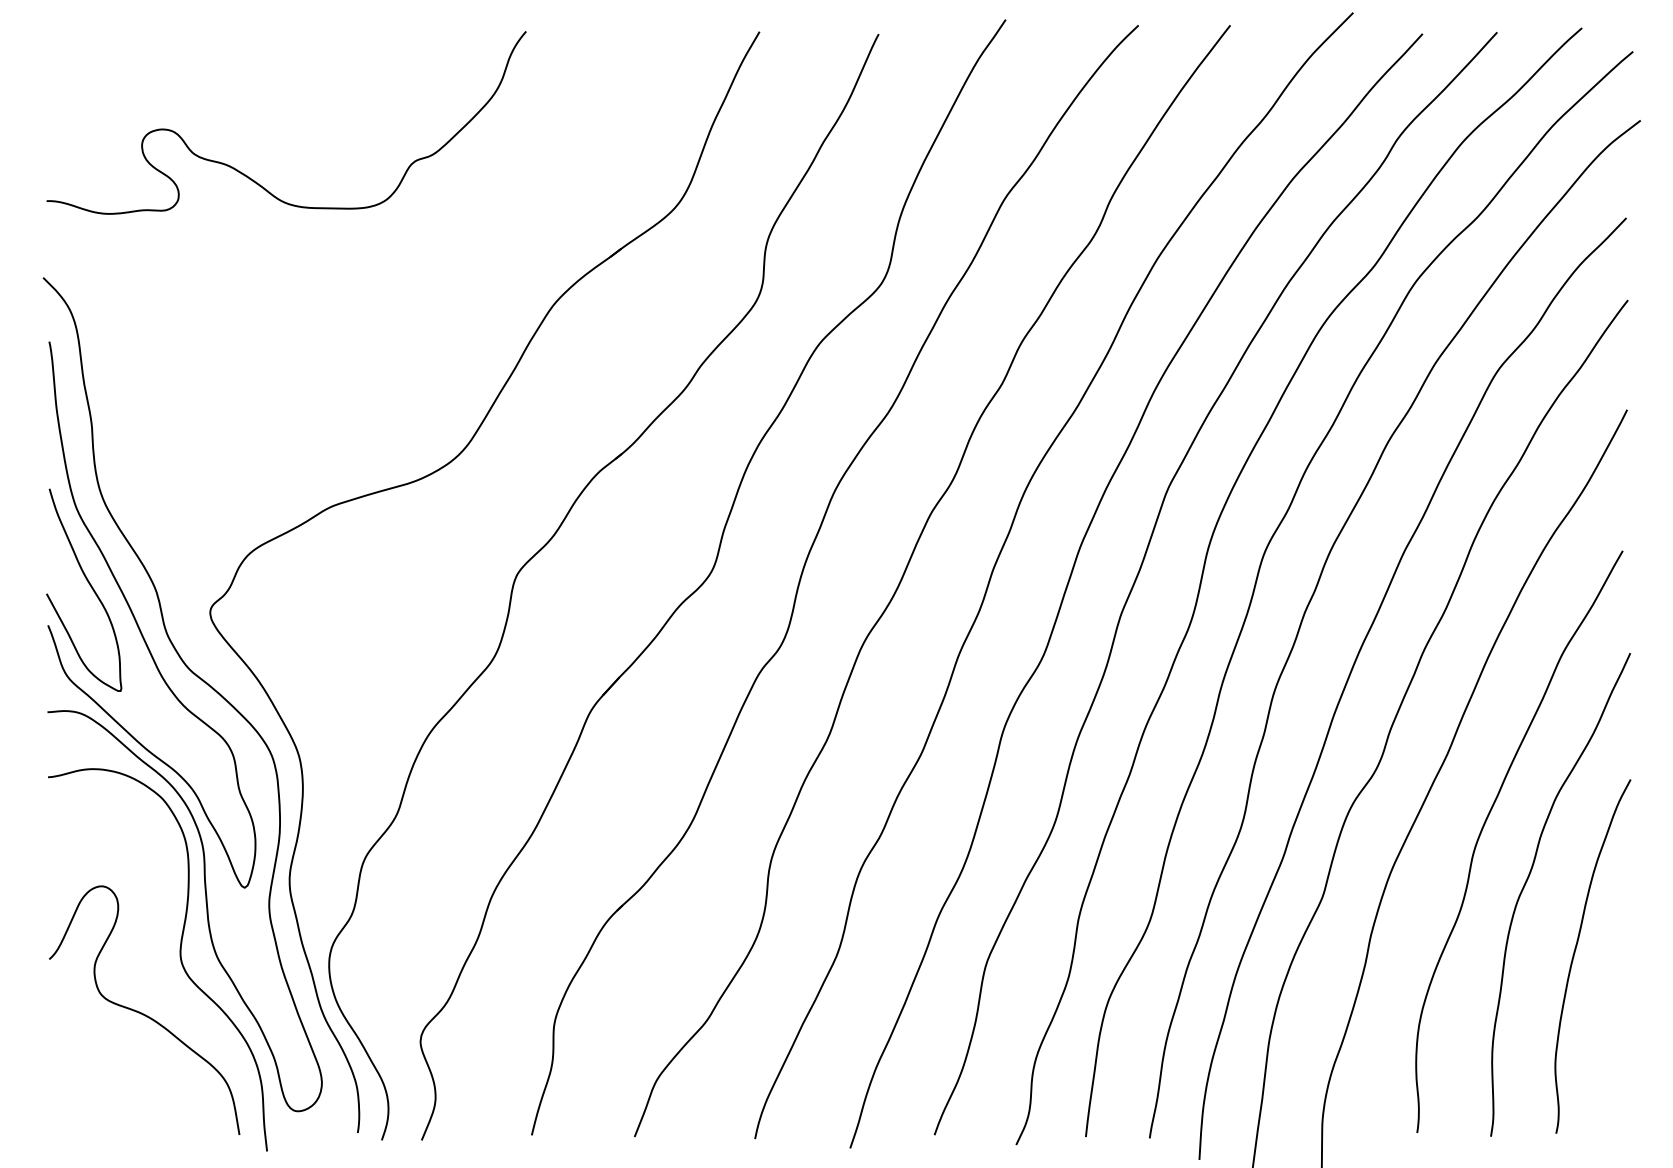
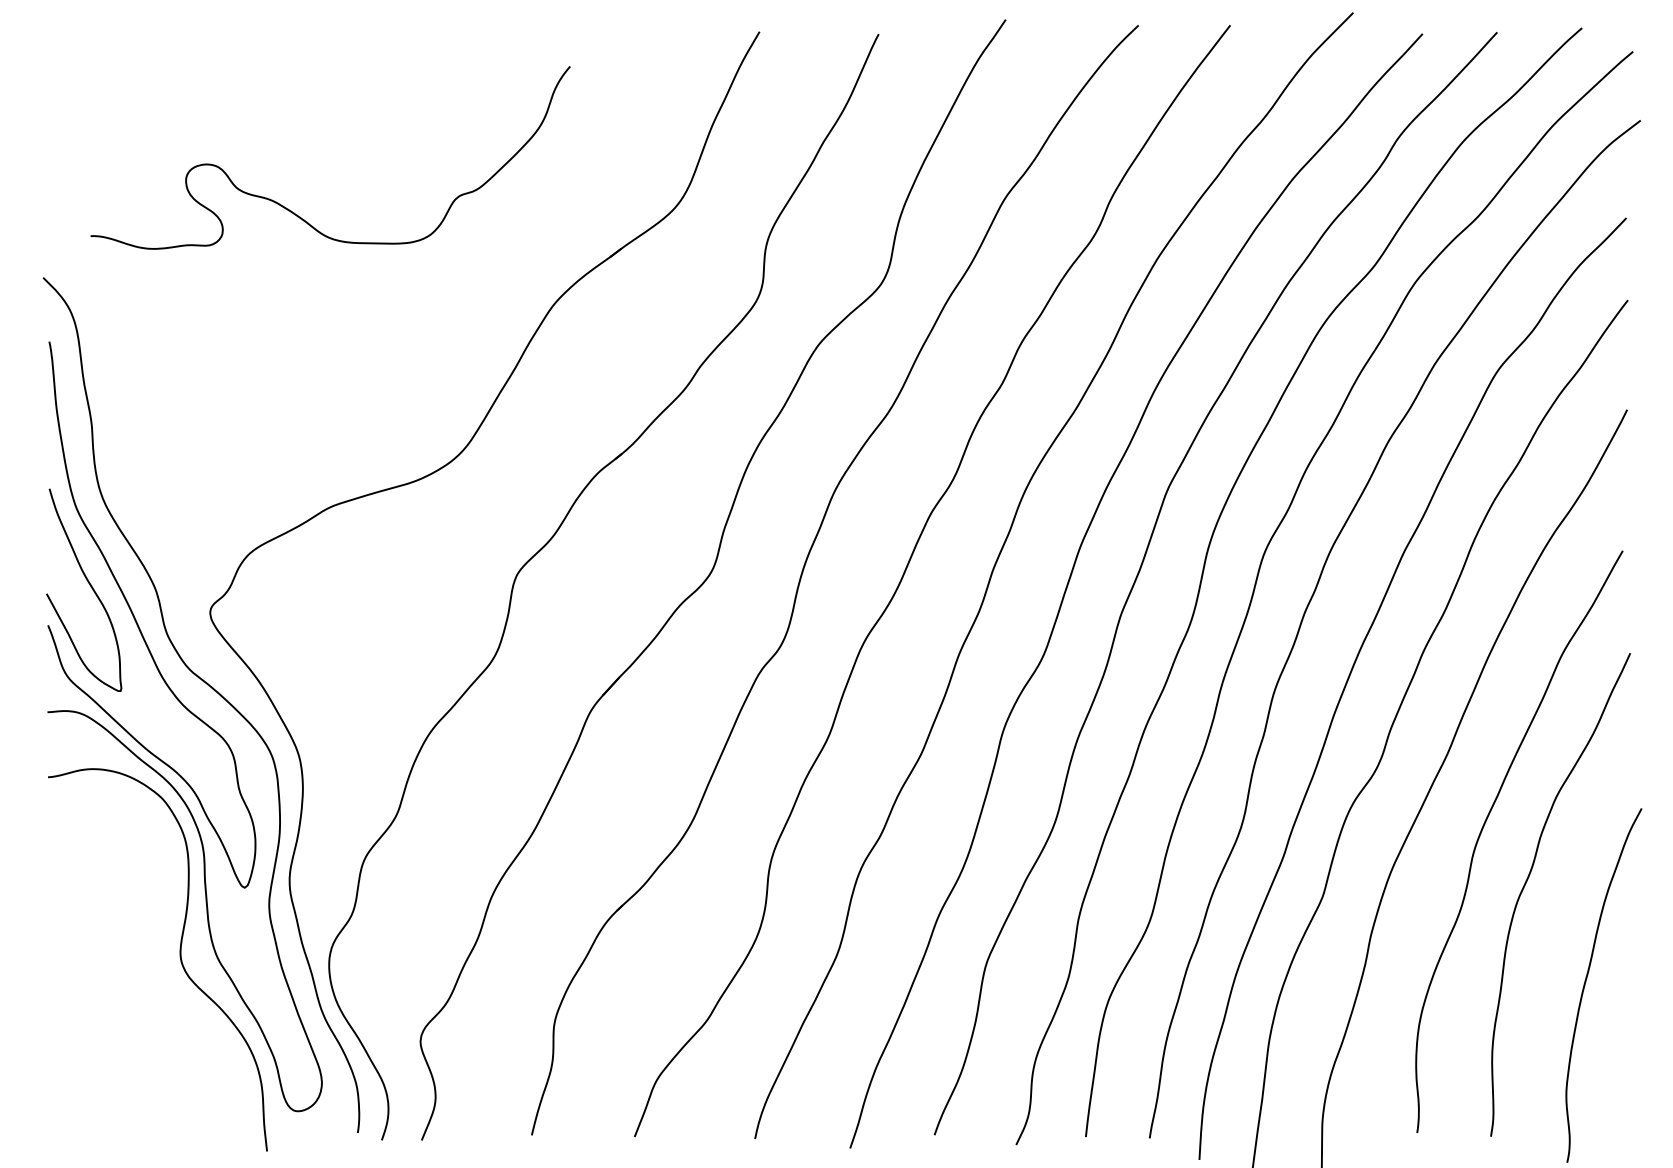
curve at (250, 177) position: (250, 177) -> (294, 212)
curve at (1575, 953) position: (1575, 953) -> (1586, 982)
curve at (143, 1013): present -> none
